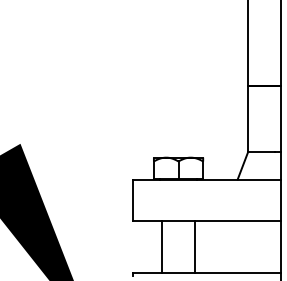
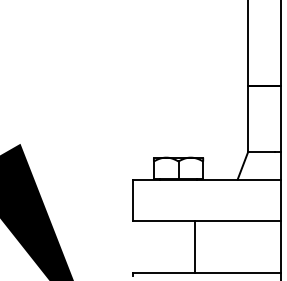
line at (162, 246): present -> none
